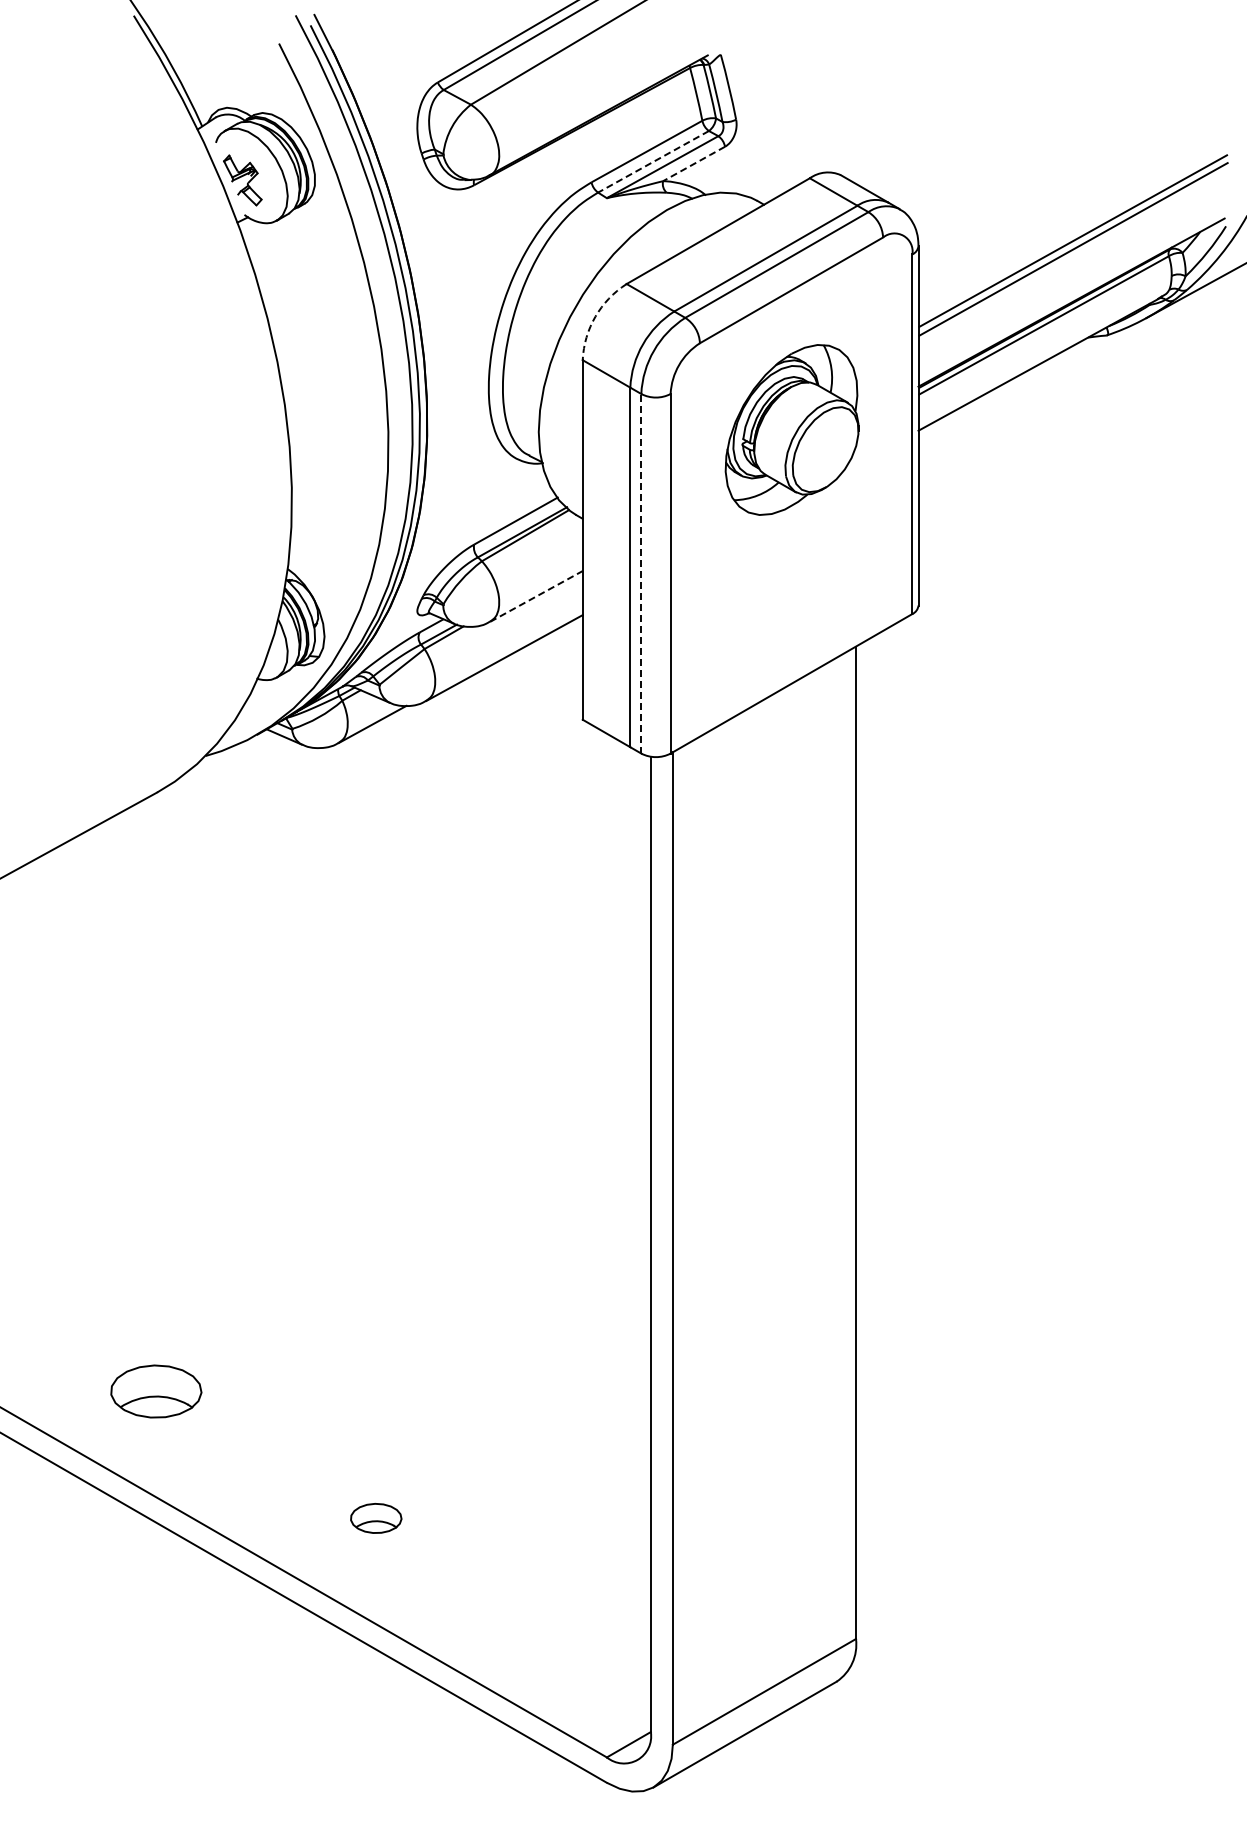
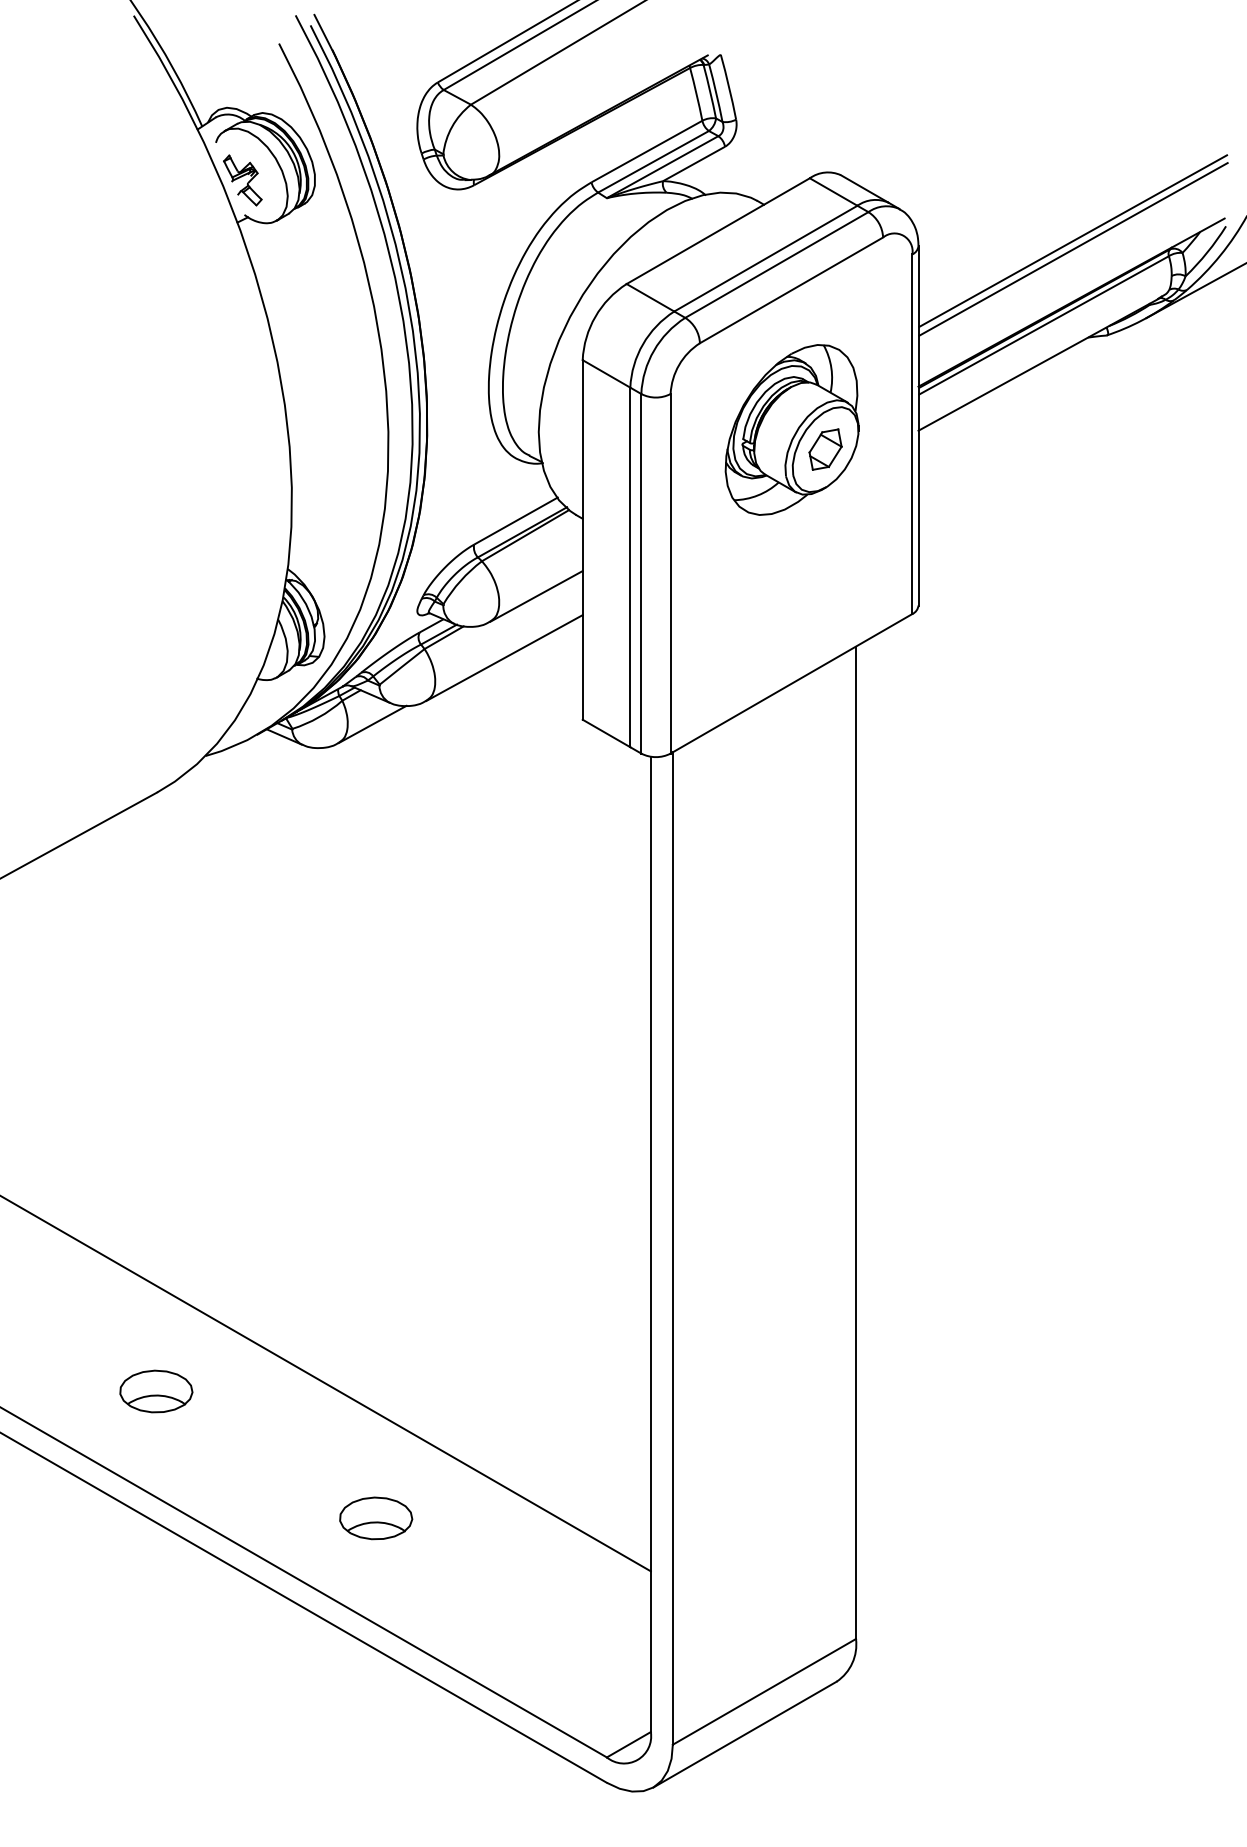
line at (653, 162): dashed -> solid
line at (694, 163): dashed -> solid
arc at (595, 316): dashed -> solid
part at (825, 449): none -> present
line at (641, 573): dashed -> solid
line at (536, 596): dashed -> solid
line at (326, 1383): none -> present
part at (156, 1391) size: 93x55 px -> 75x45 px
part at (376, 1518) size: 53x31 px -> 75x45 px
